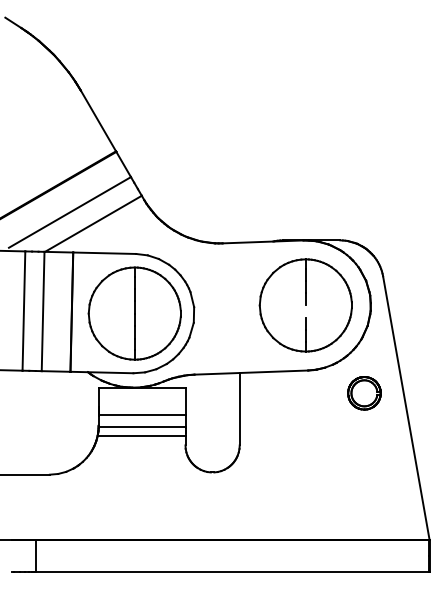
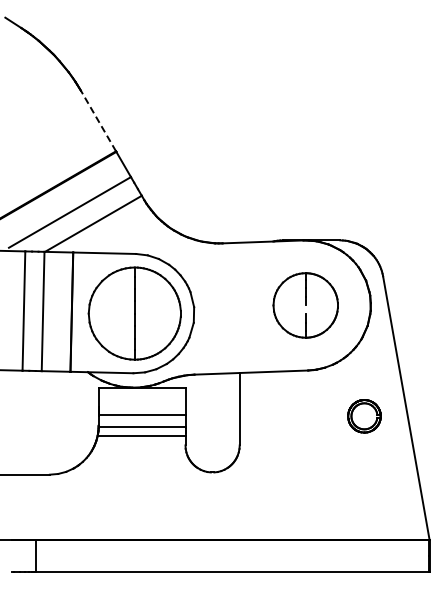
line at (98, 120): solid -> dashed
part at (305, 305) size: 95x95 px -> 67x67 px
part at (364, 393) position: (364, 393) -> (364, 416)
